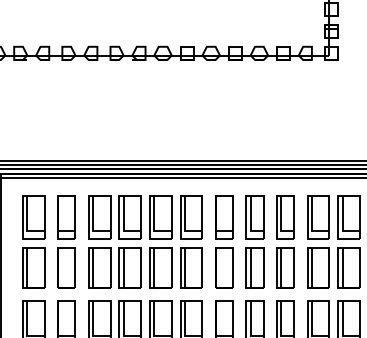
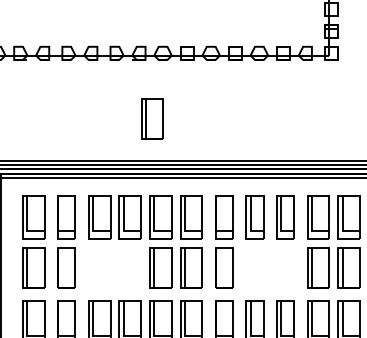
curve at (146, 118): none -> present
part at (114, 267): present -> none
curve at (251, 267): present -> none
curve at (281, 267): present -> none
